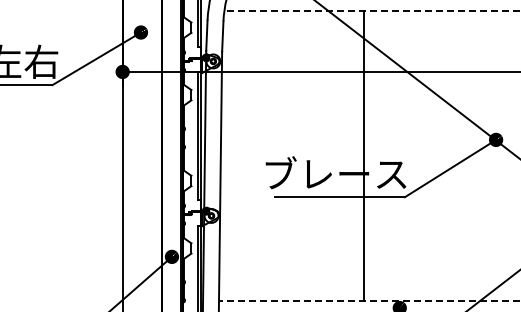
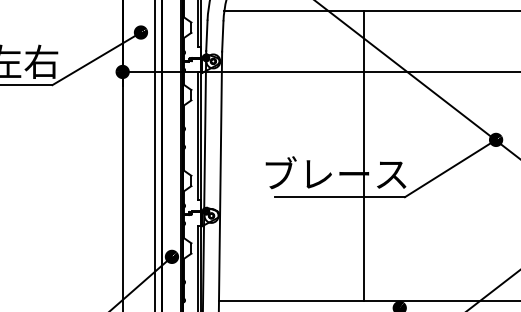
line at (372, 11): dashed -> solid
line at (154, 155): none -> present
line at (369, 301): dashed -> solid
